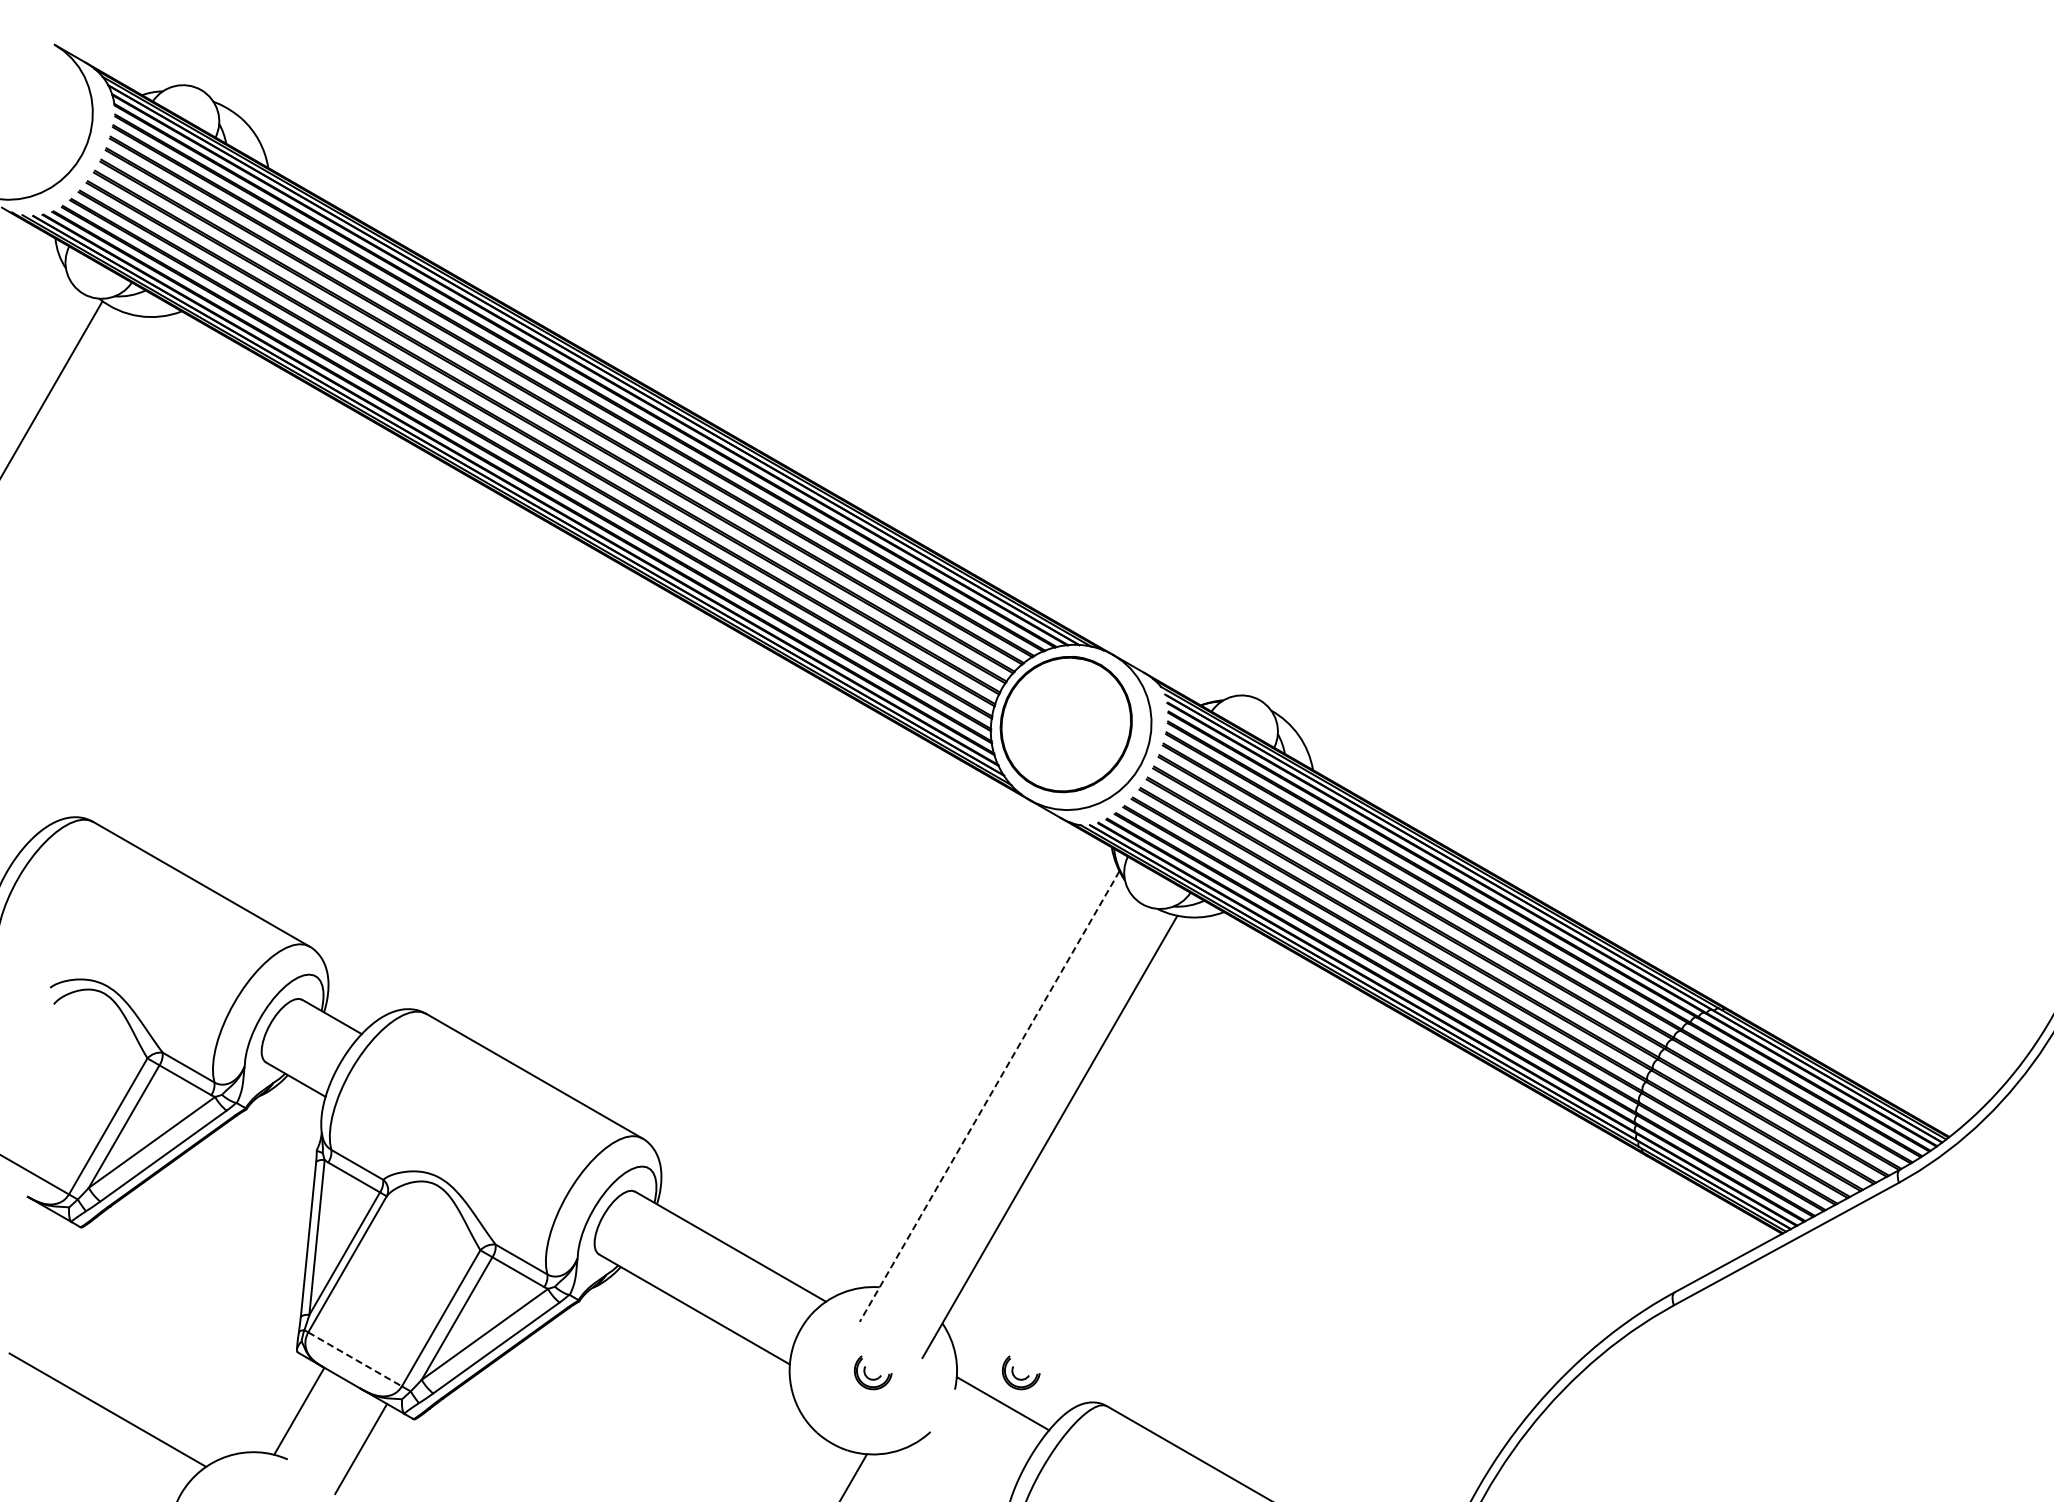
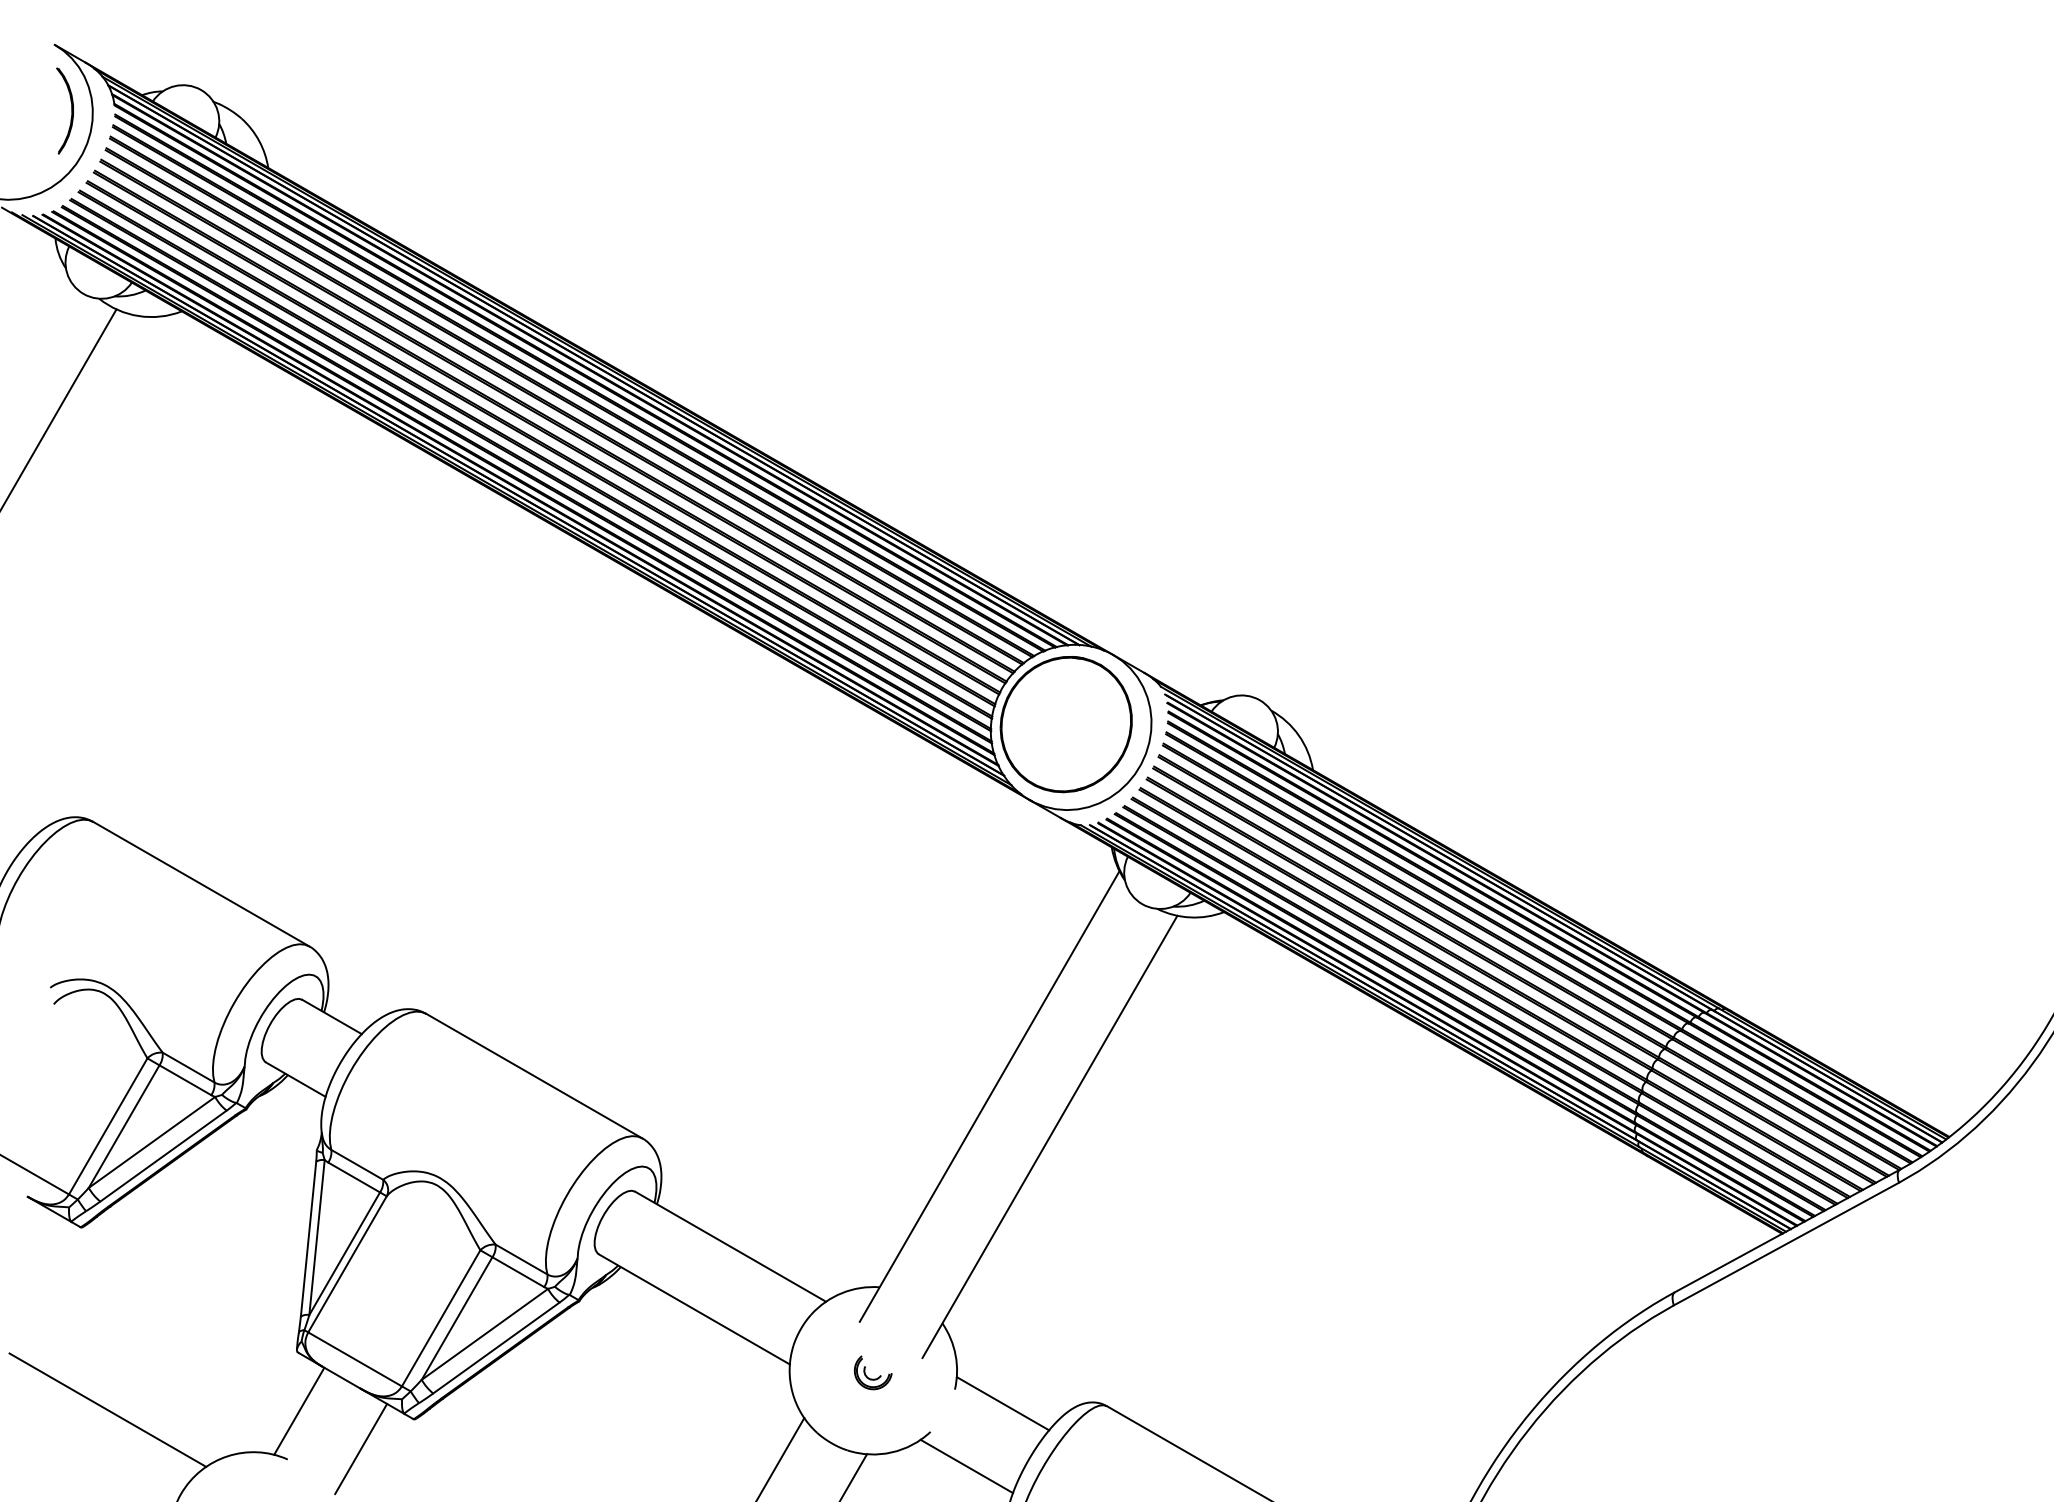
part at (71, 110): none -> present
line at (52, 388) position: (52, 388) -> (59, 408)
line at (989, 1096): dashed -> solid
line at (355, 1359): dashed -> solid
part at (1020, 1372): present -> none
line at (780, 1458): none -> present
line at (966, 1466): none -> present
